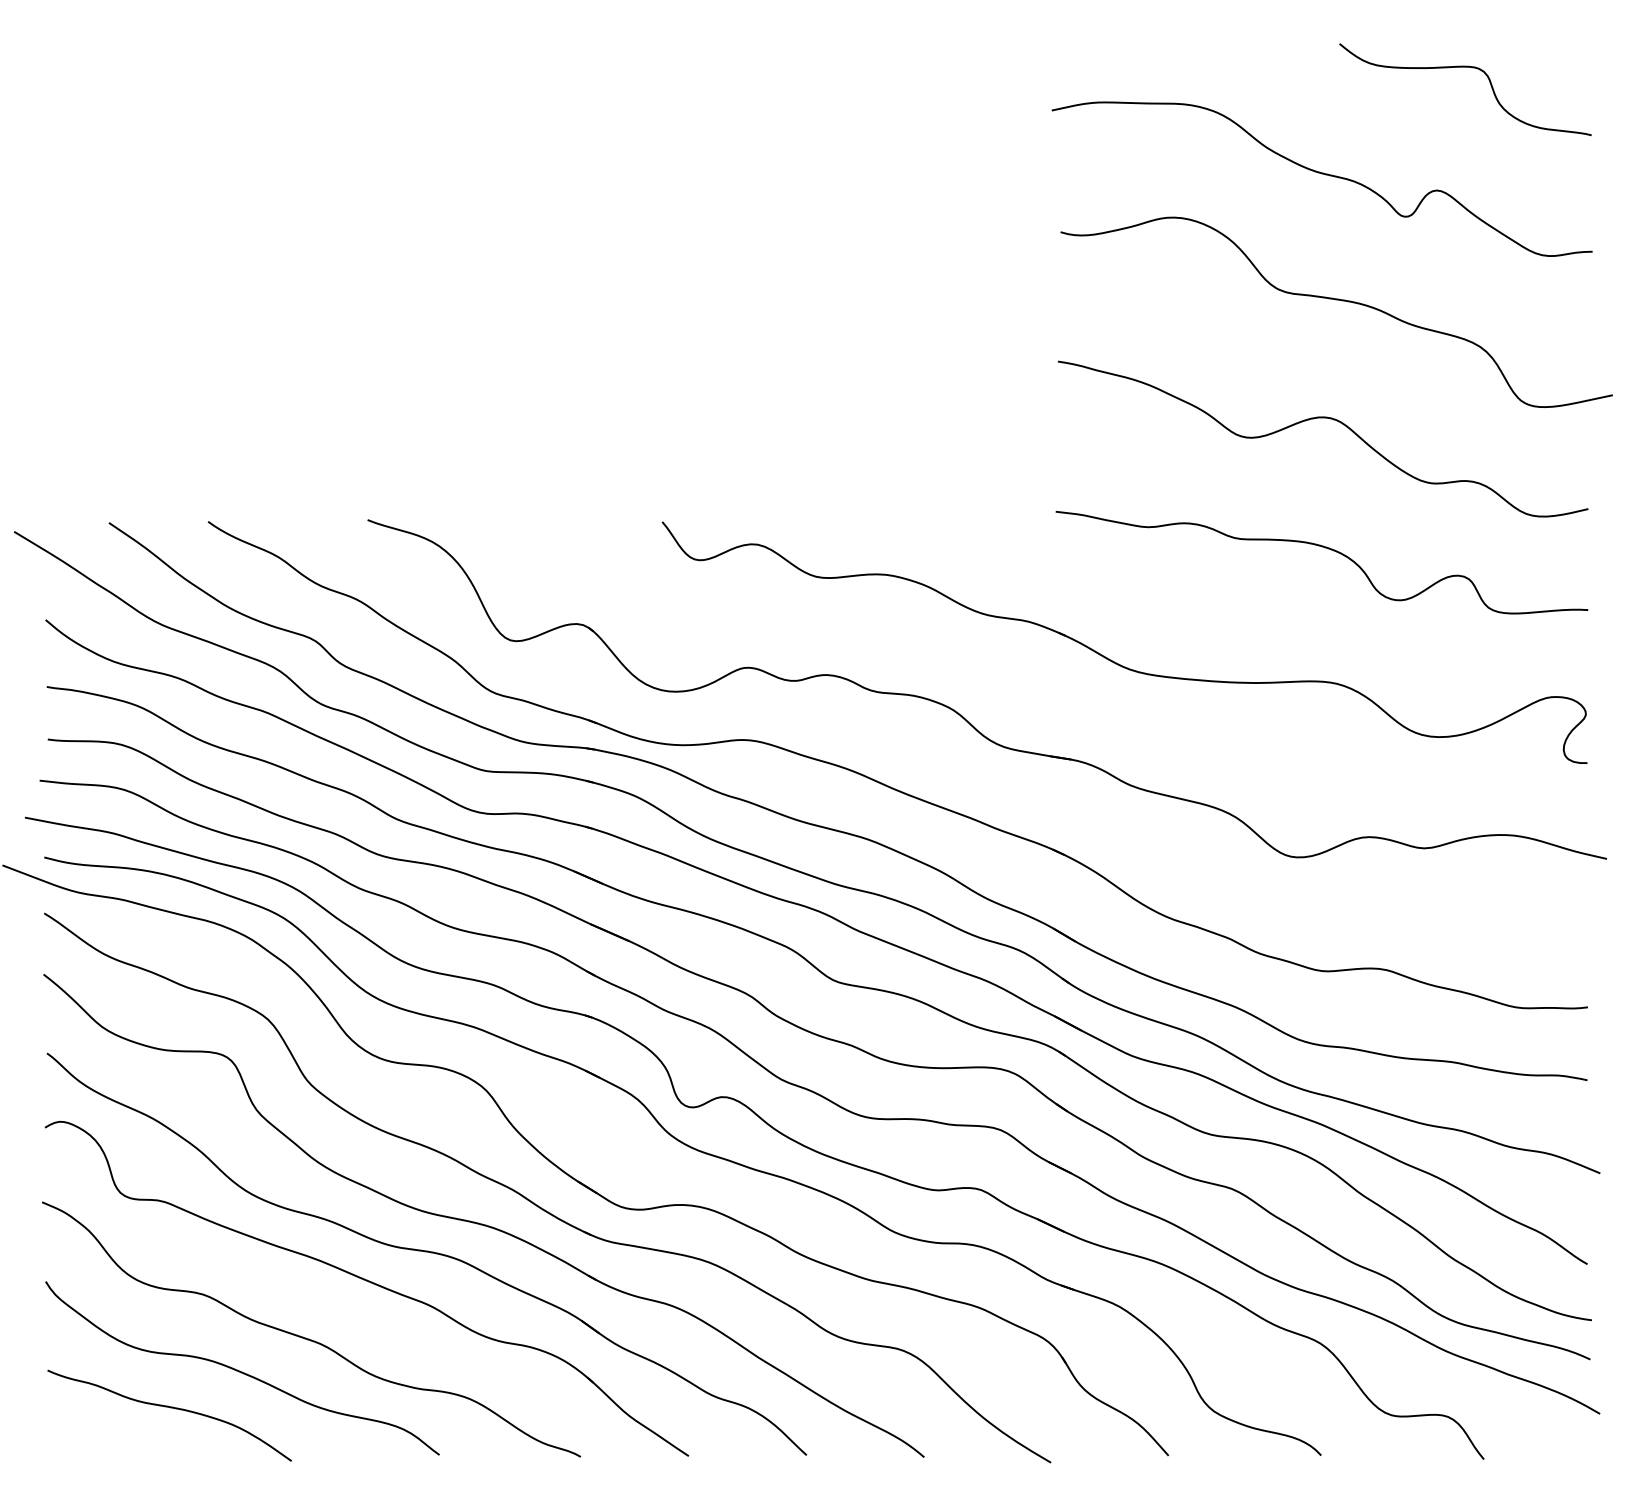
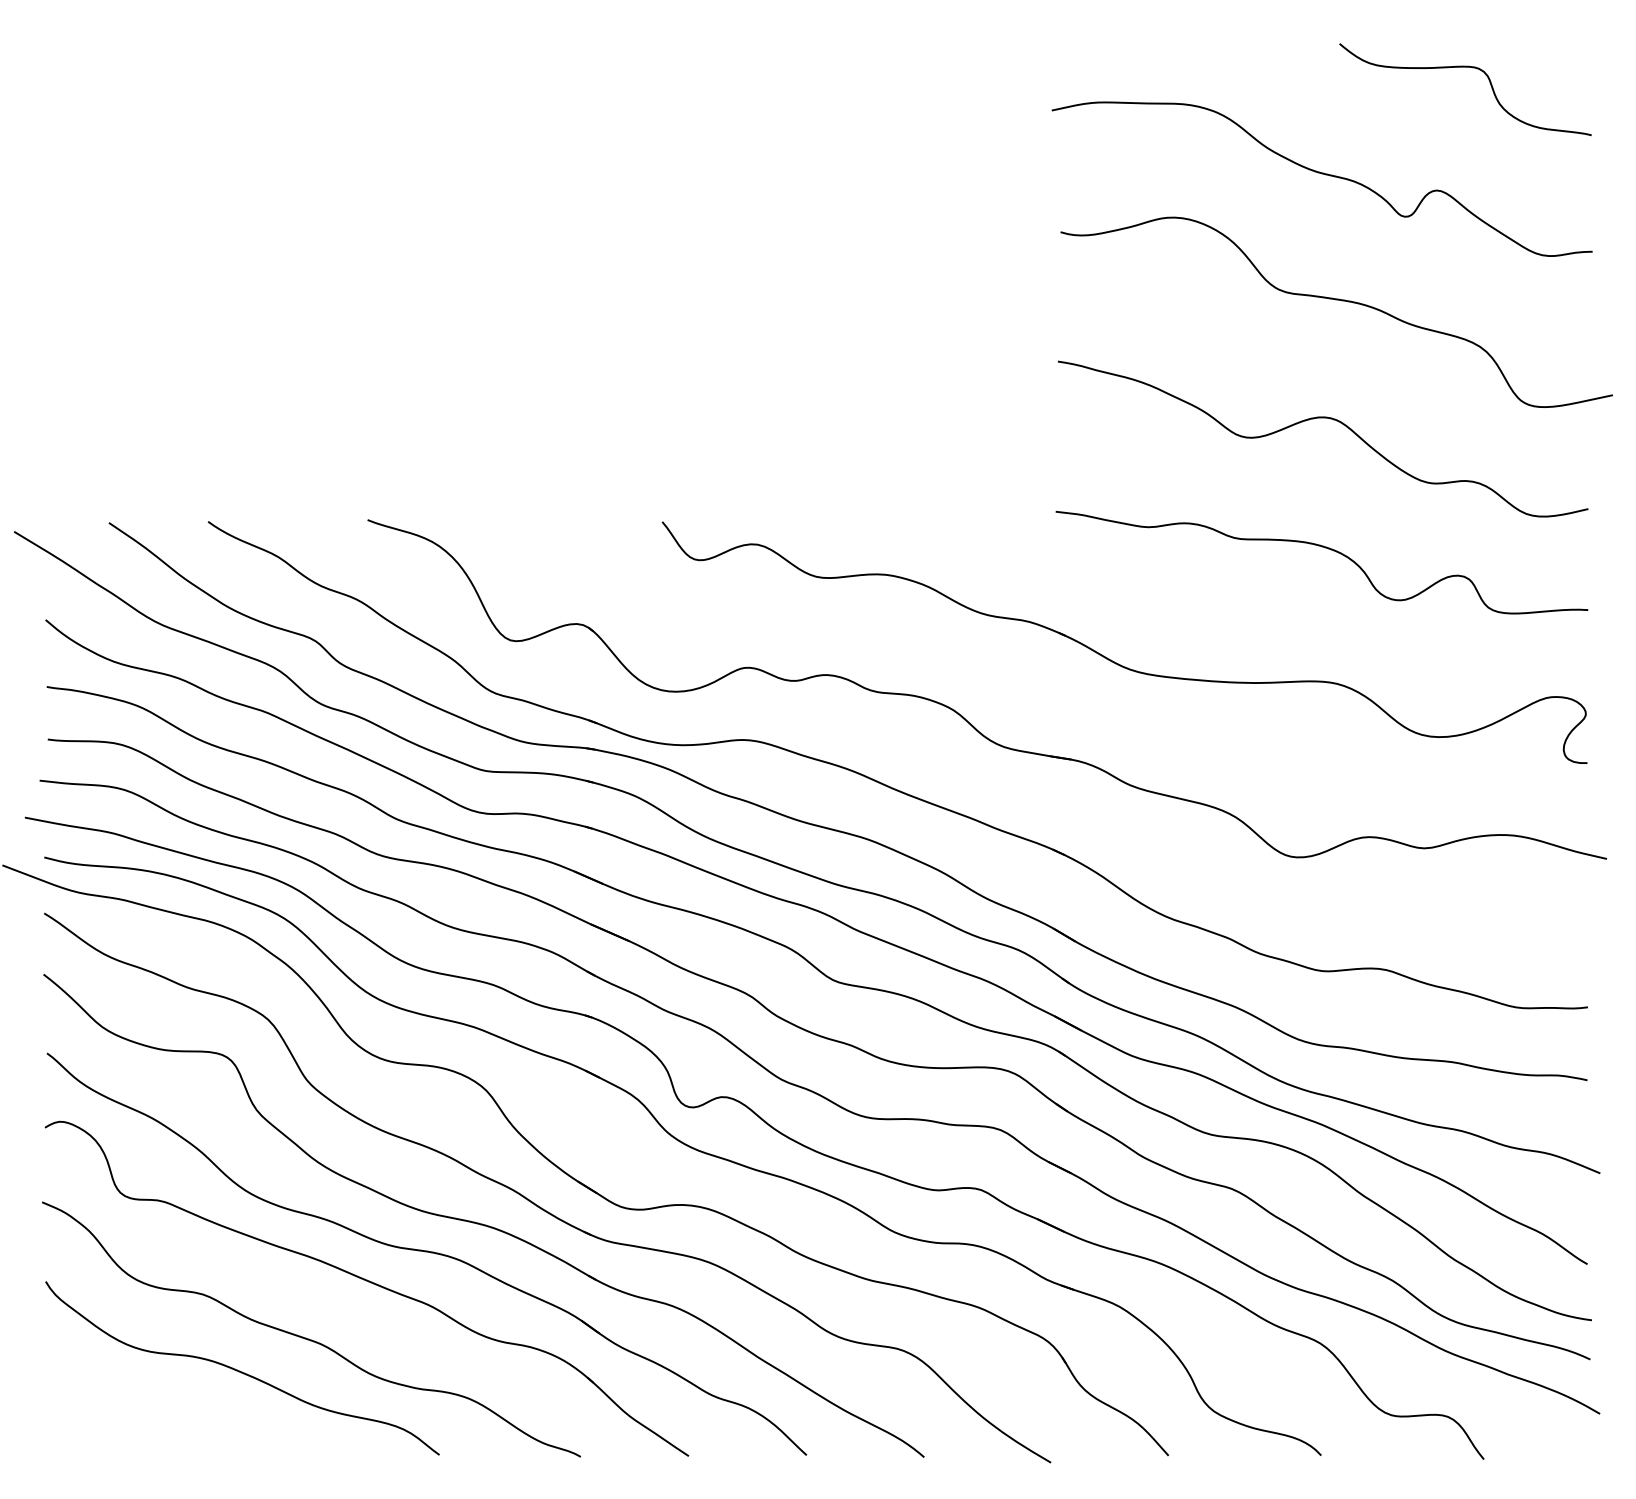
curve at (170, 1408): present -> none
